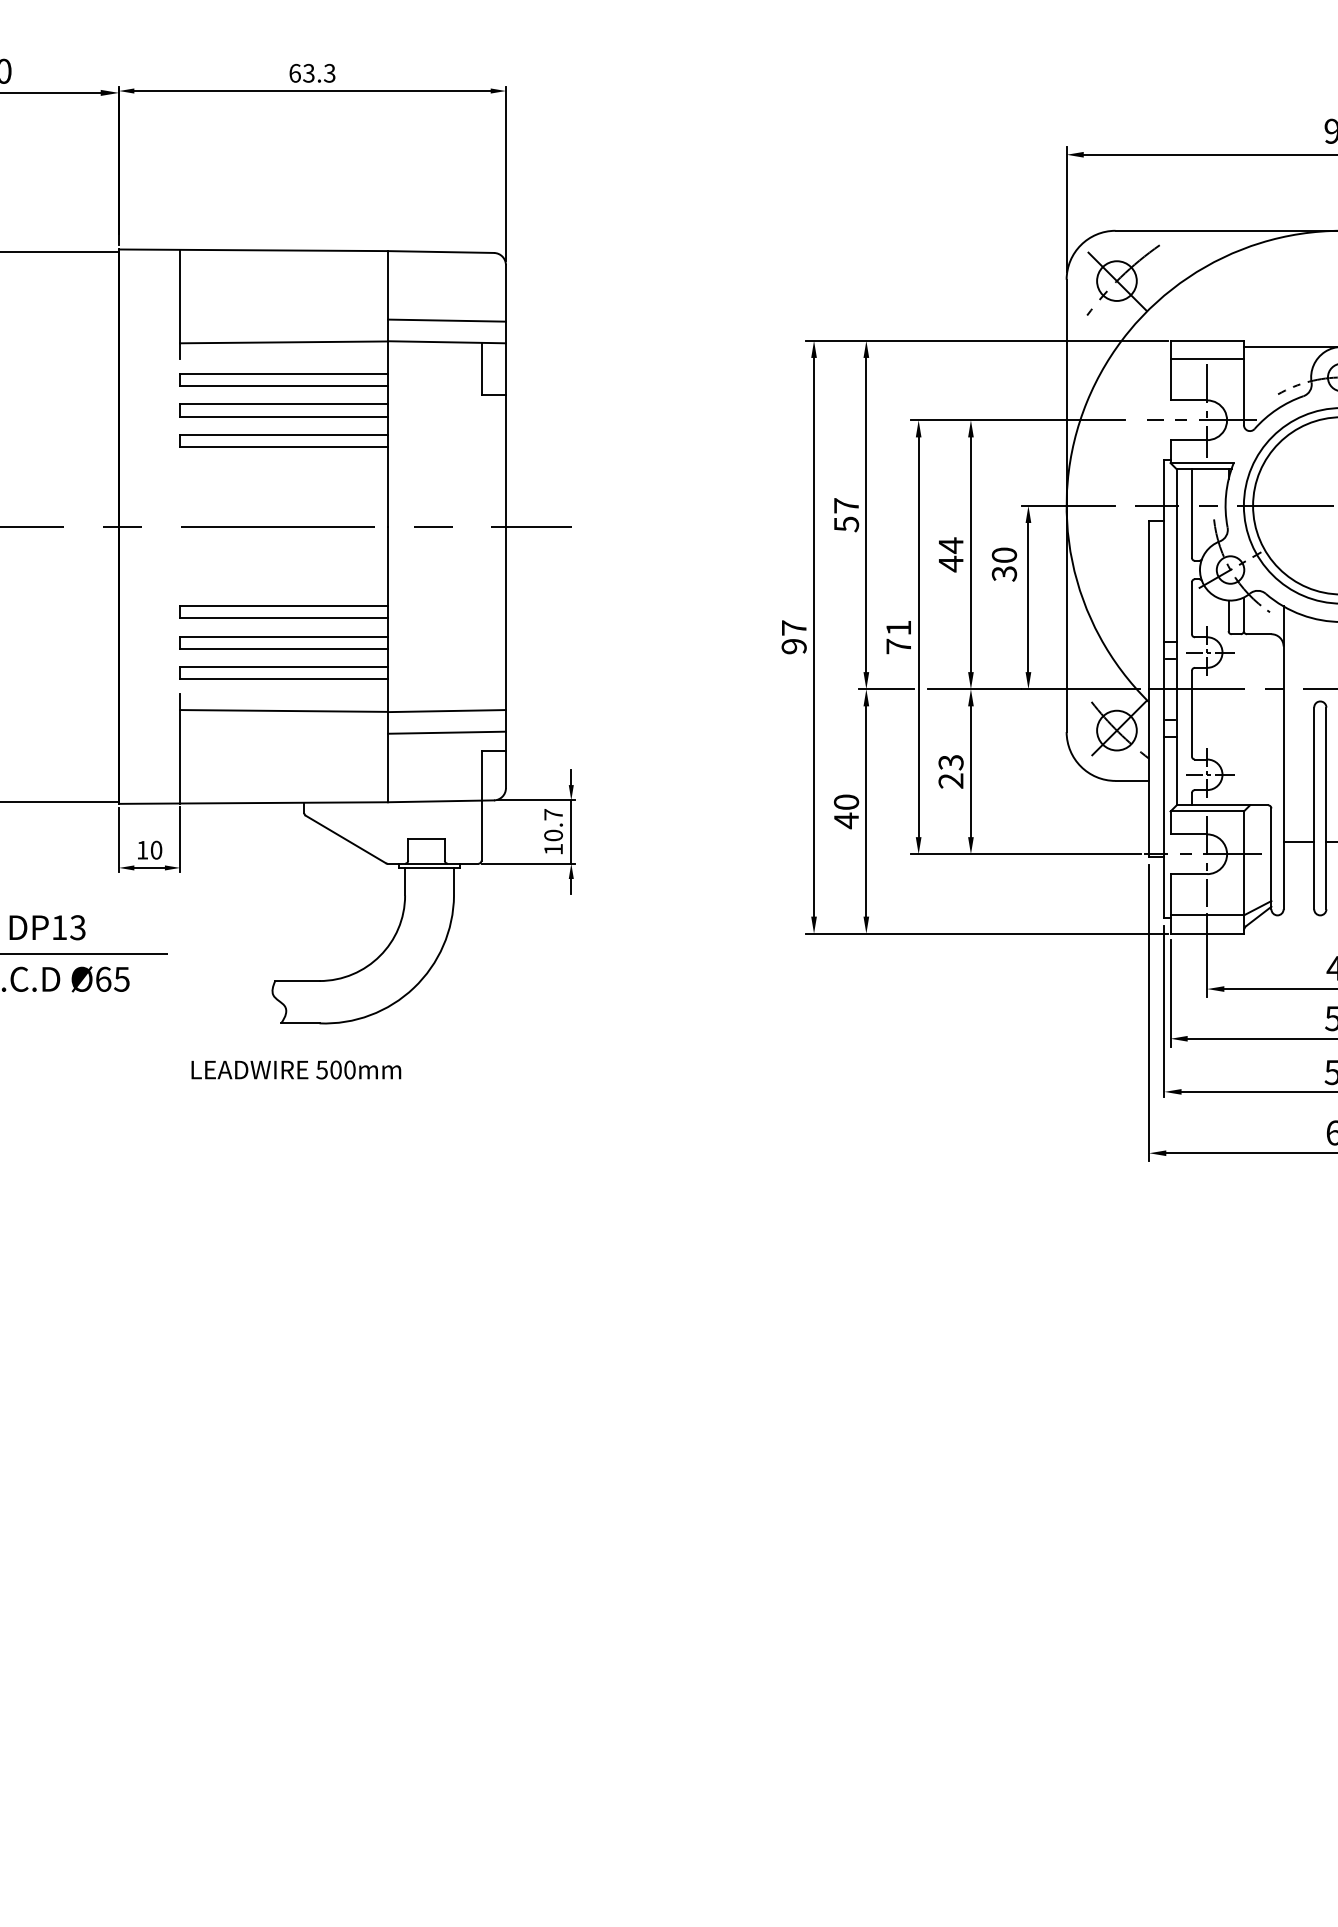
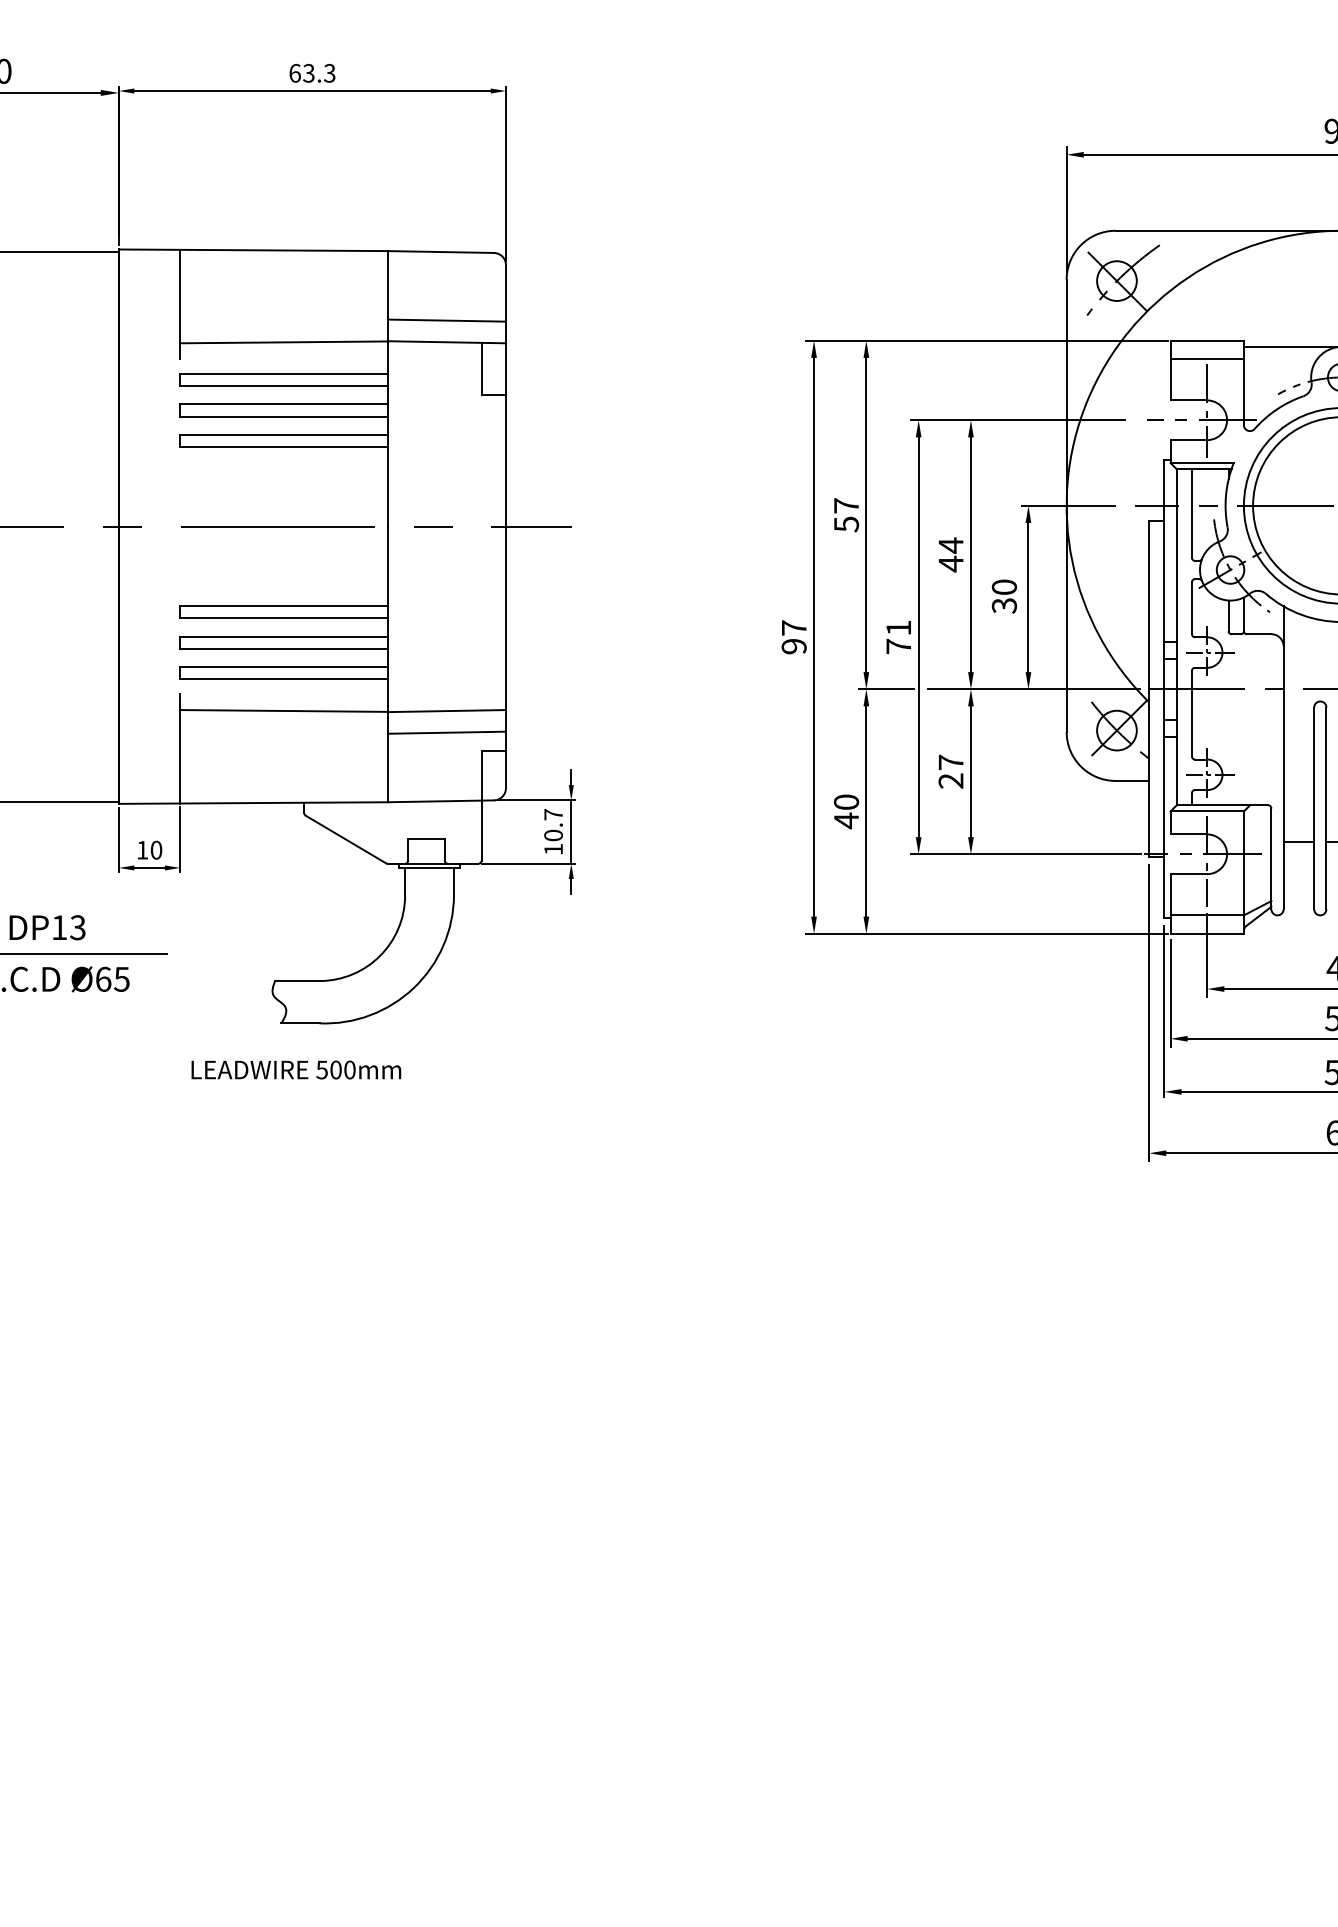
text at (1004, 564) position: (1004, 564) -> (1004, 596)
text at (950, 762): 23 -> 27
